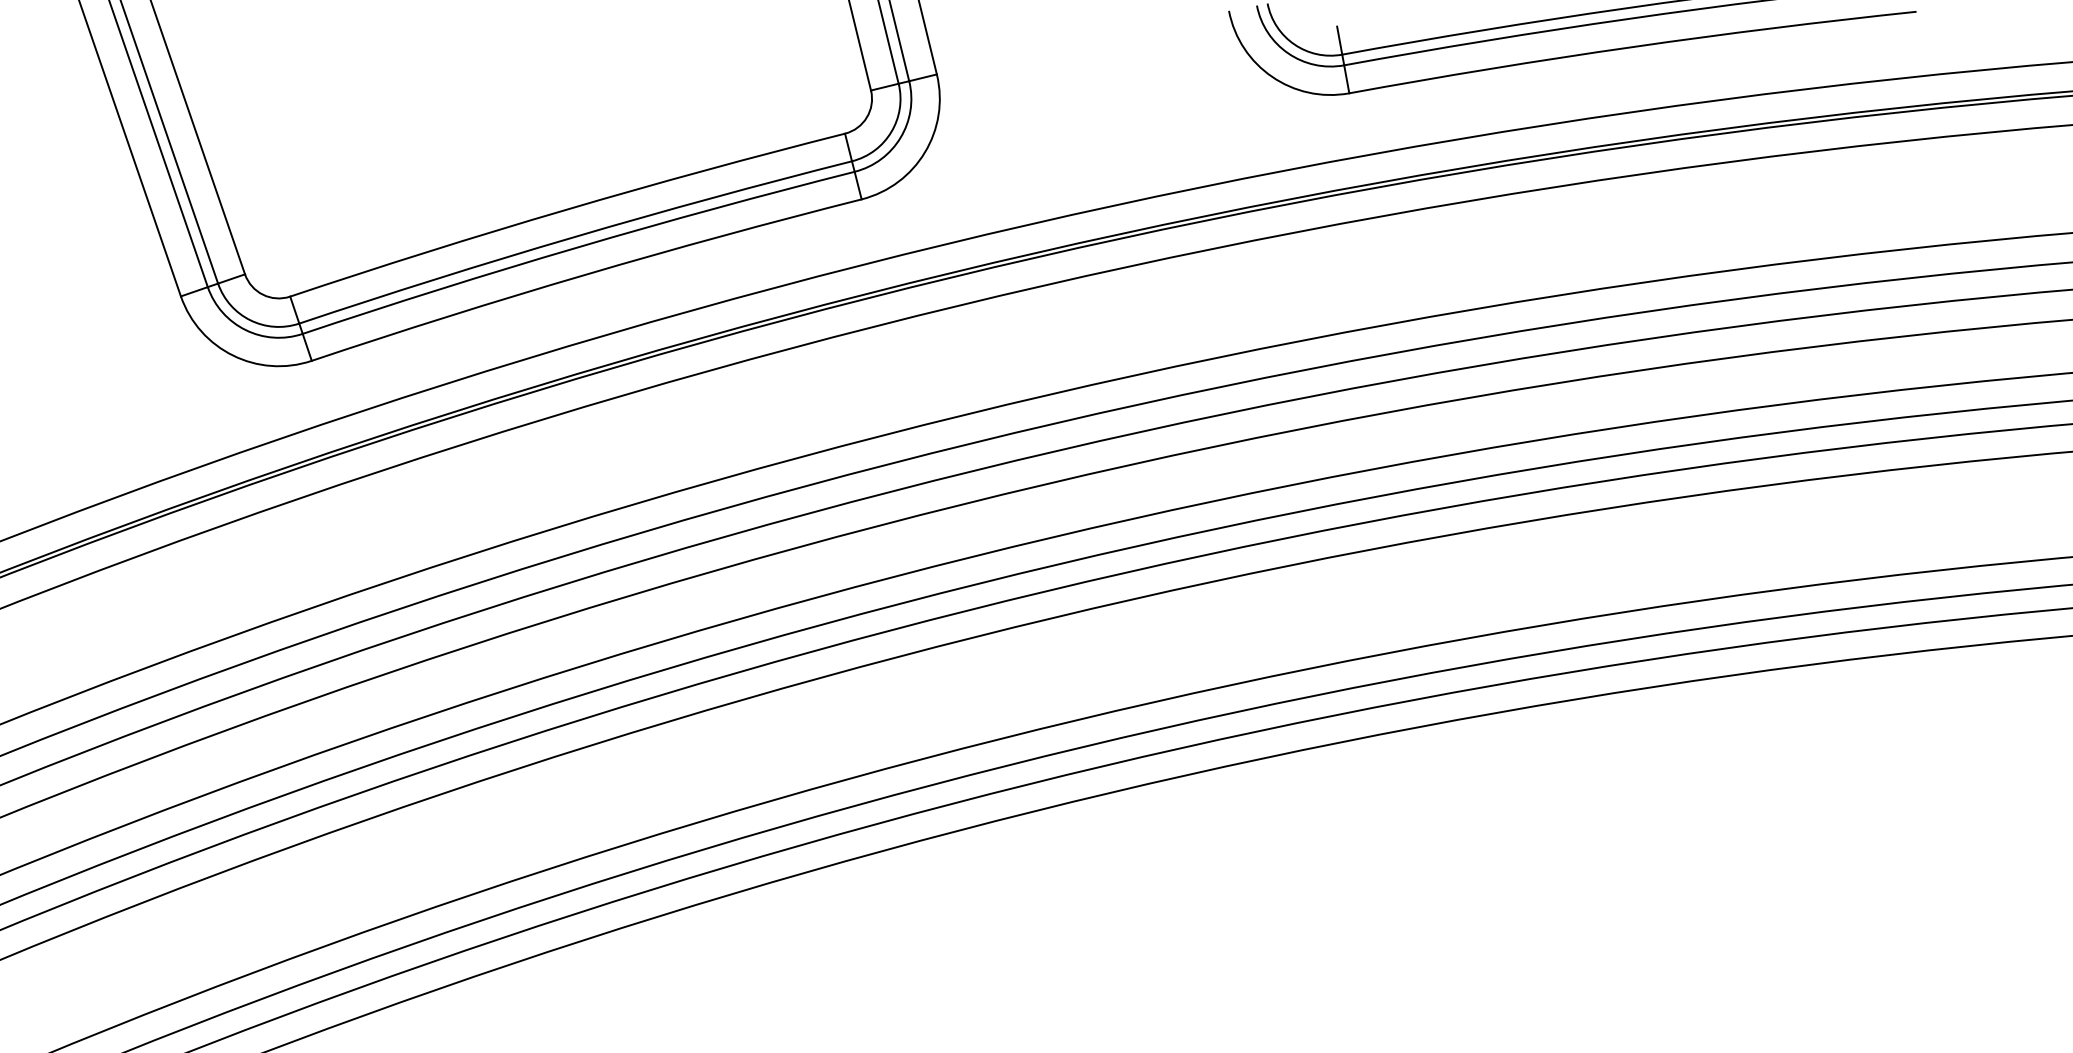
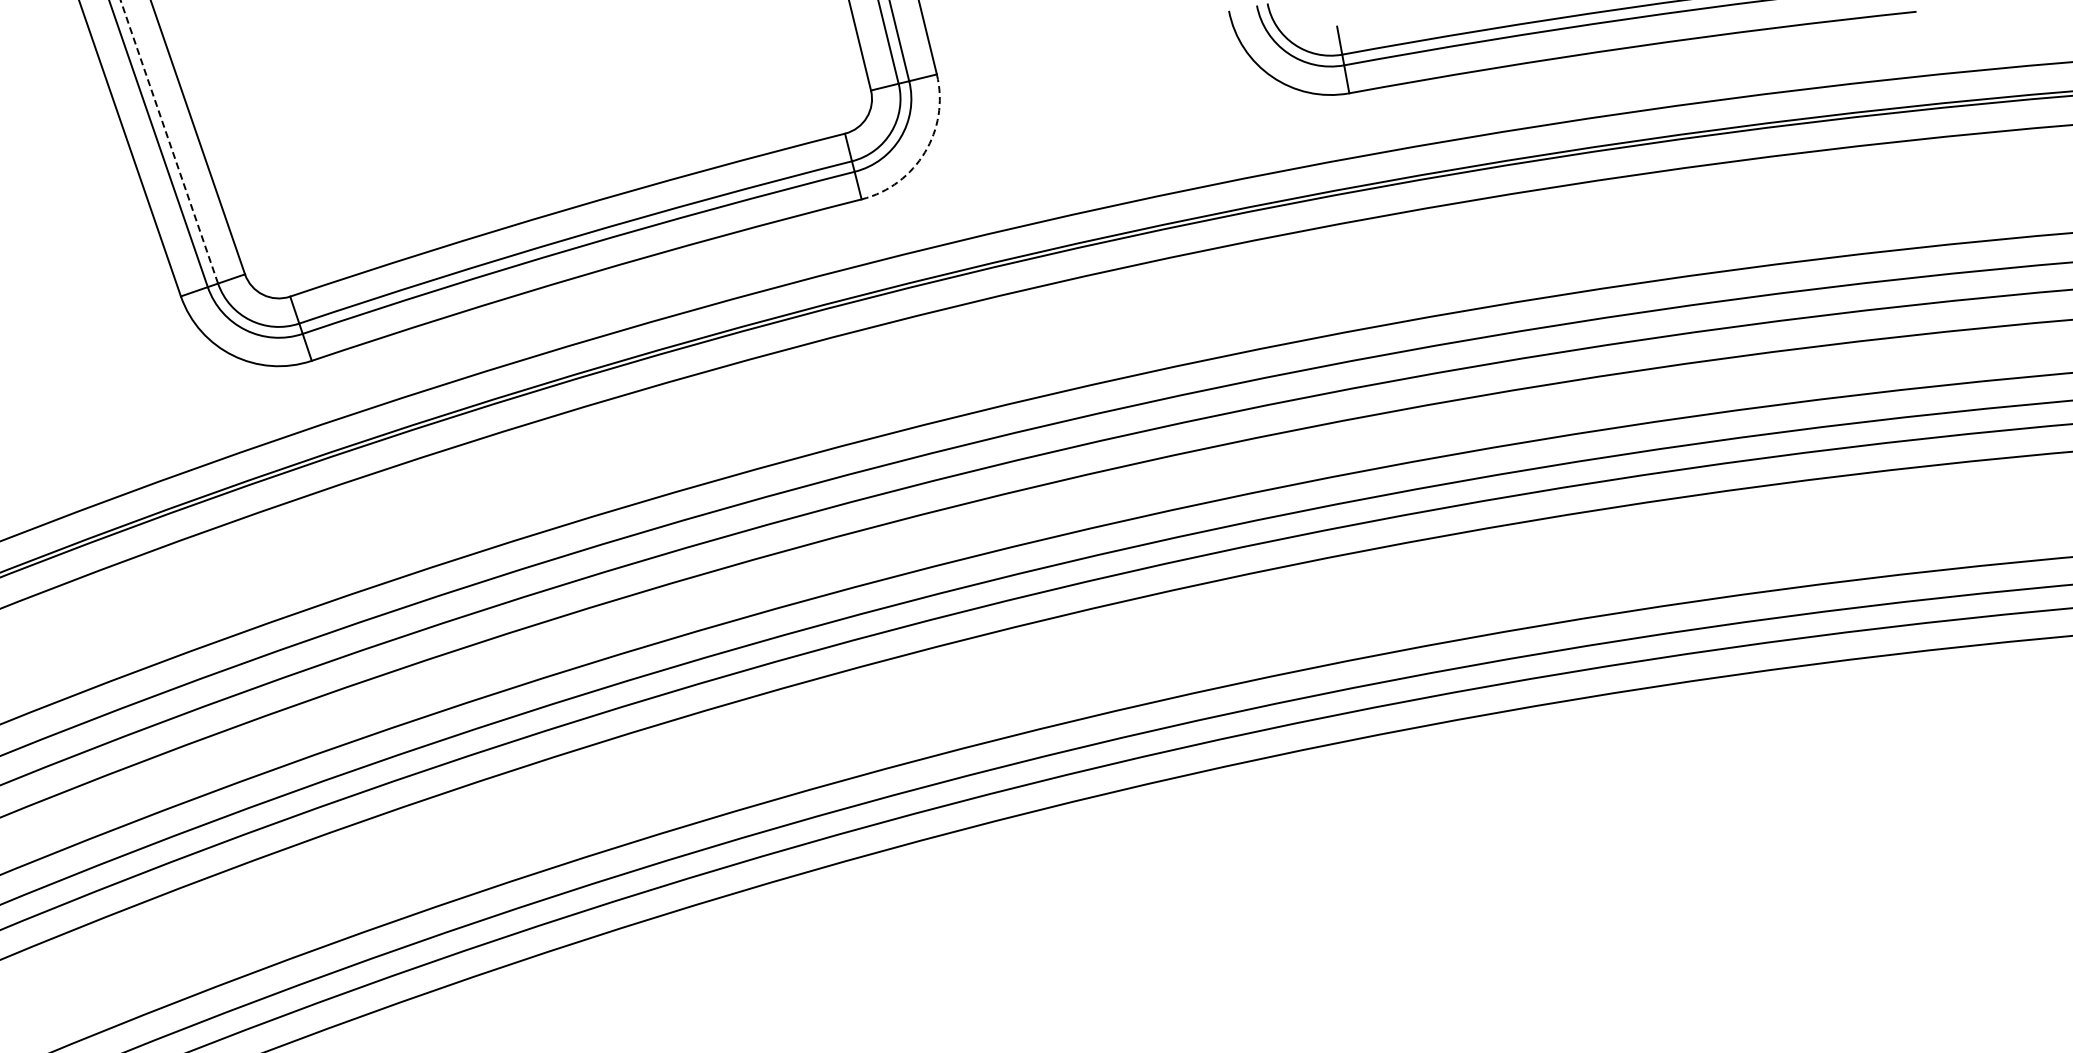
line at (169, 141): solid -> dashed
arc at (924, 152): solid -> dashed
